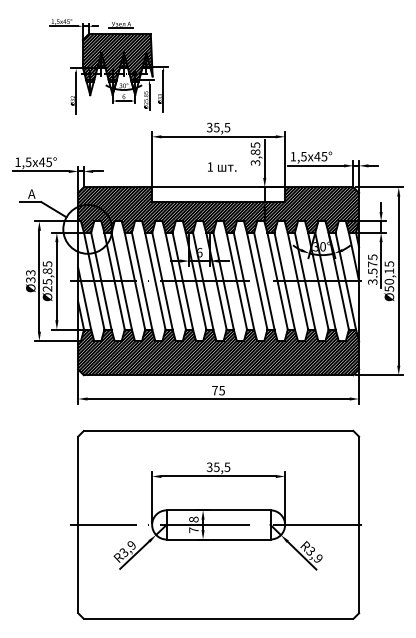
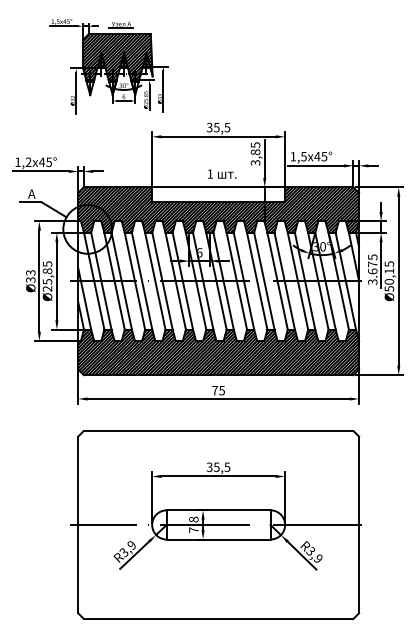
text at (28, 162): 1,5x45° -> 1,2x45°
text at (222, 166) position: (222, 166) -> (222, 173)
text at (372, 271): 3.575 -> 3.675
